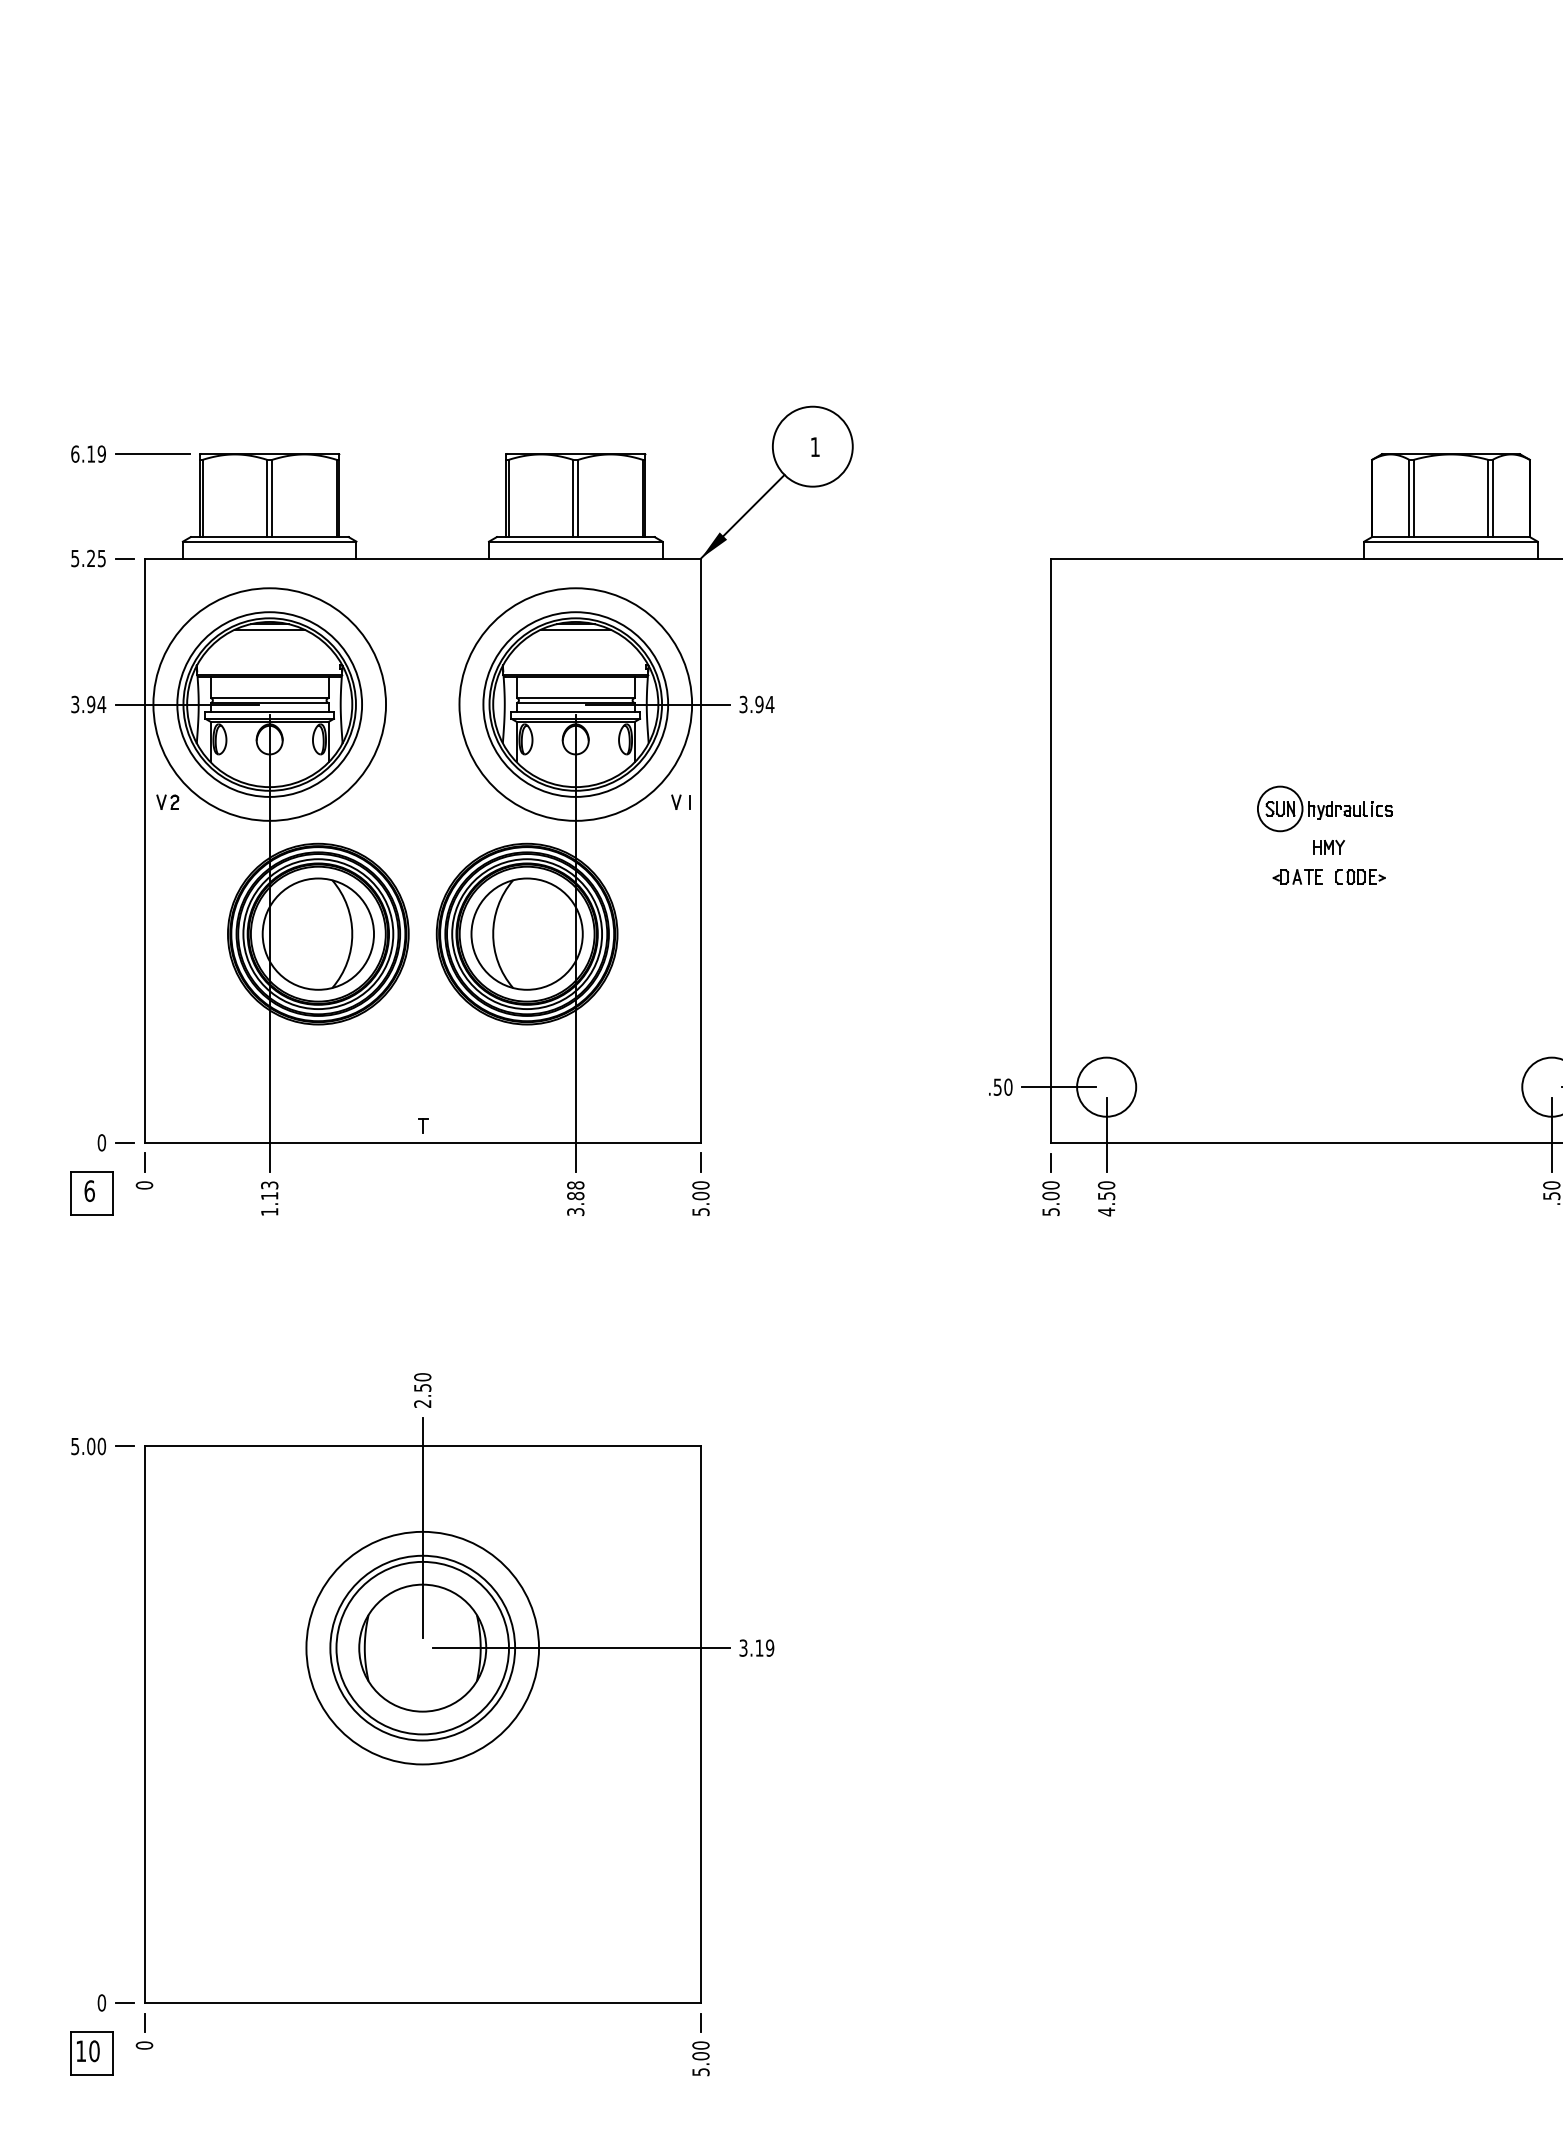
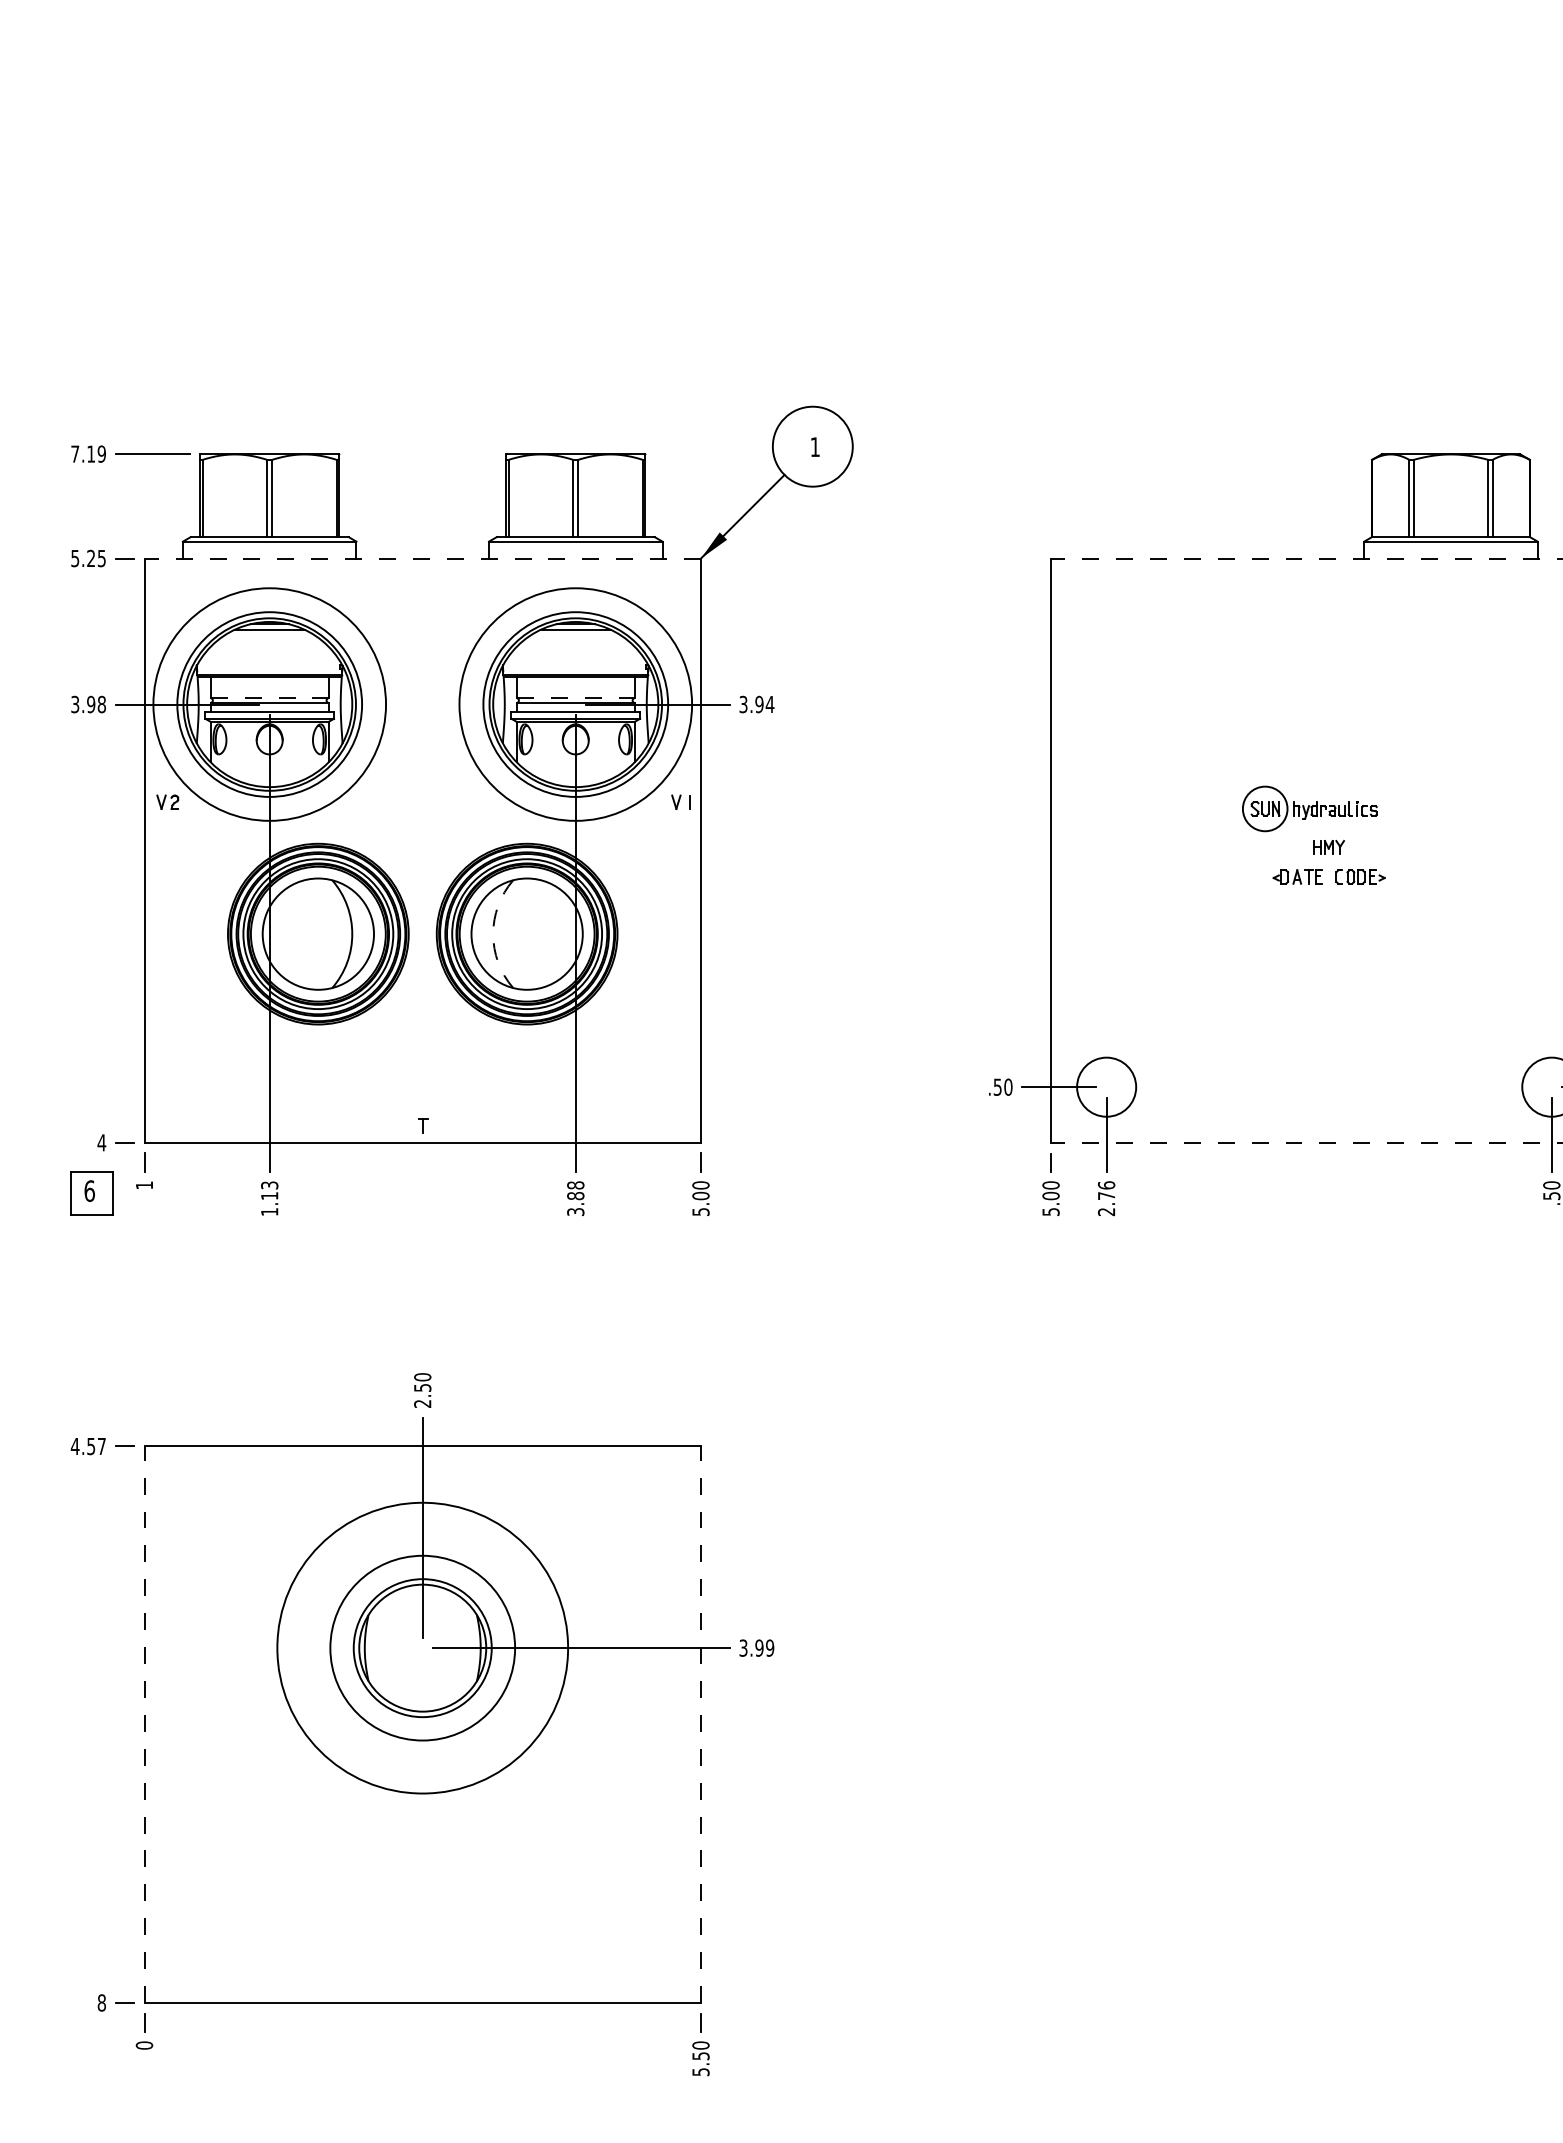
text at (75, 453): 6.19 -> 7.19
line at (422, 558): solid -> dashed
line at (1306, 558): solid -> dashed
line at (269, 698): solid -> dashed
line at (575, 698): solid -> dashed
text at (101, 704): 3.94 -> 3.98
part at (1324, 808) position: (1324, 808) -> (1309, 808)
arc at (493, 934): solid -> dashed
text at (101, 1142): 0 -> 4
line at (1306, 1142): solid -> dashed
text at (144, 1185): 0 -> 1
text at (1106, 1198): 4.50 -> 2.76
text at (88, 1446): 5.00 -> 4.57
circle at (422, 1647) diameter: 173 px -> 138 px
circle at (422, 1647) diameter: 233 px -> 291 px
text at (759, 1647): 3.19 -> 3.99
line at (144, 1724): solid -> dashed
line at (700, 1724): solid -> dashed
text at (101, 2002): 0 -> 8
part at (91, 2053): present -> none
text at (700, 2056): 5.00 -> 5.50
